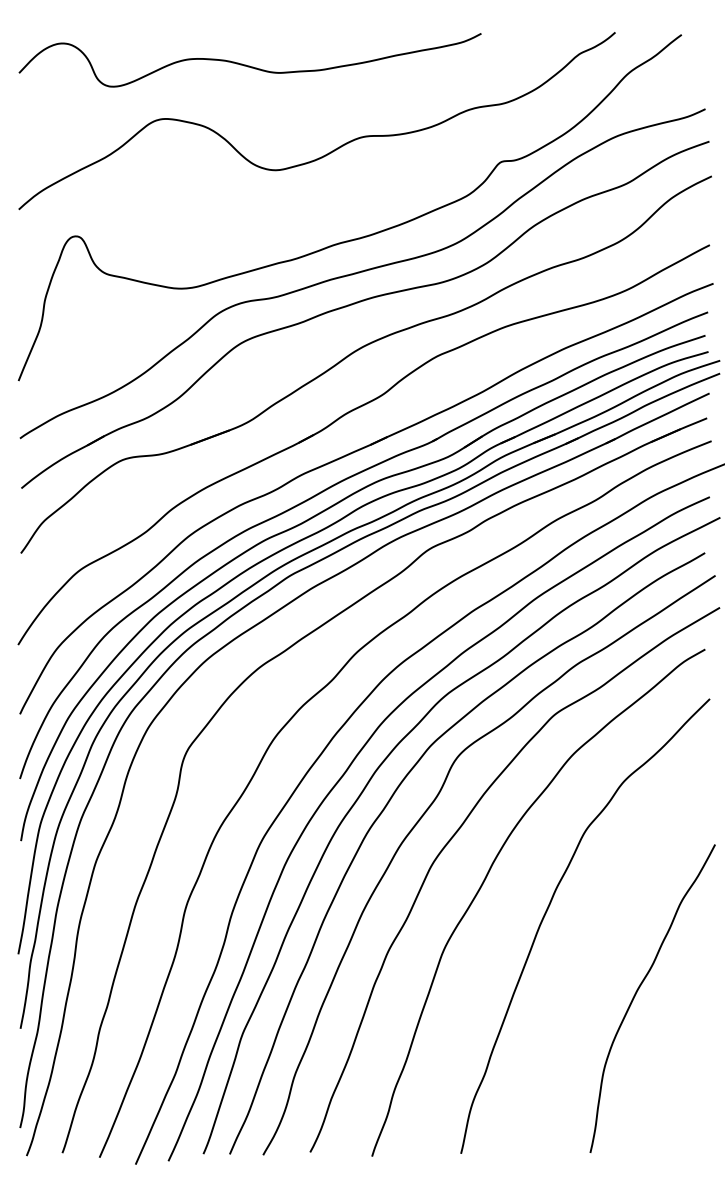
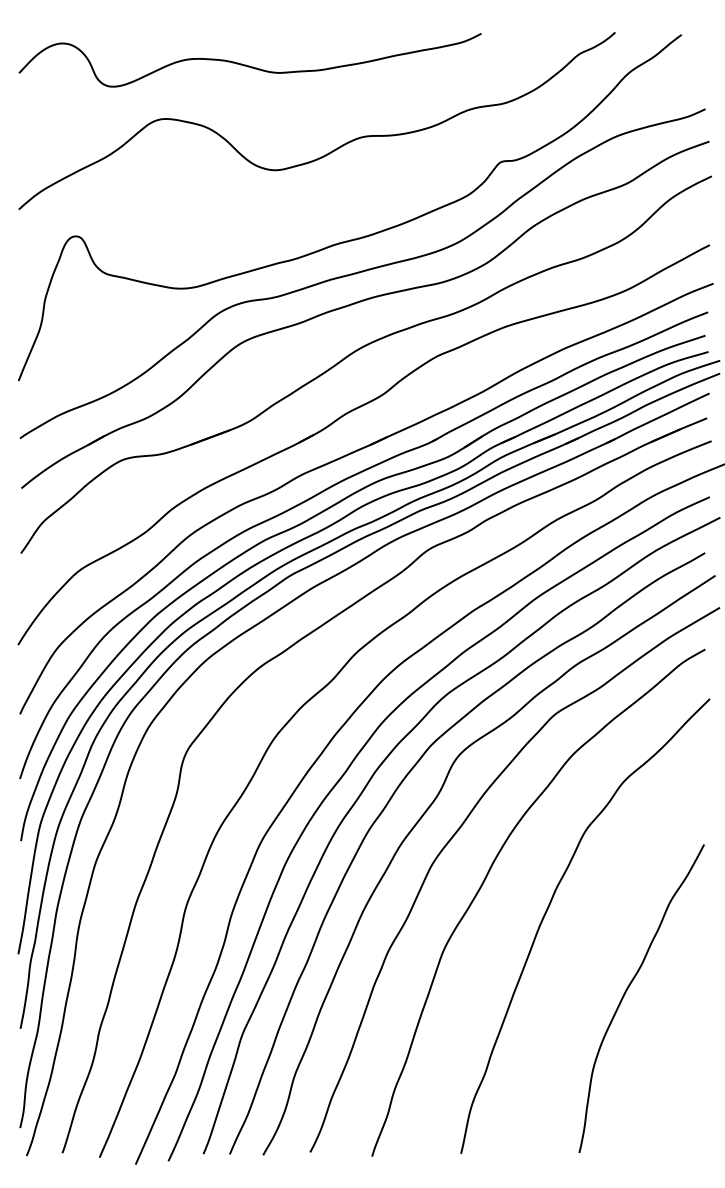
curve at (638, 990) position: (638, 990) -> (627, 990)
